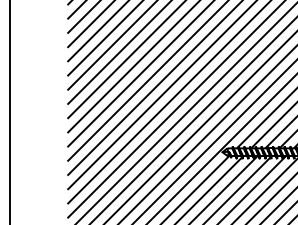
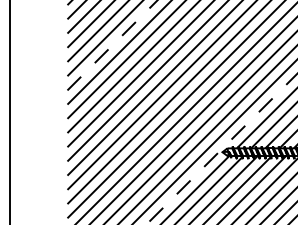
line at (112, 45): solid -> dashed
line at (222, 149): solid -> dashed
